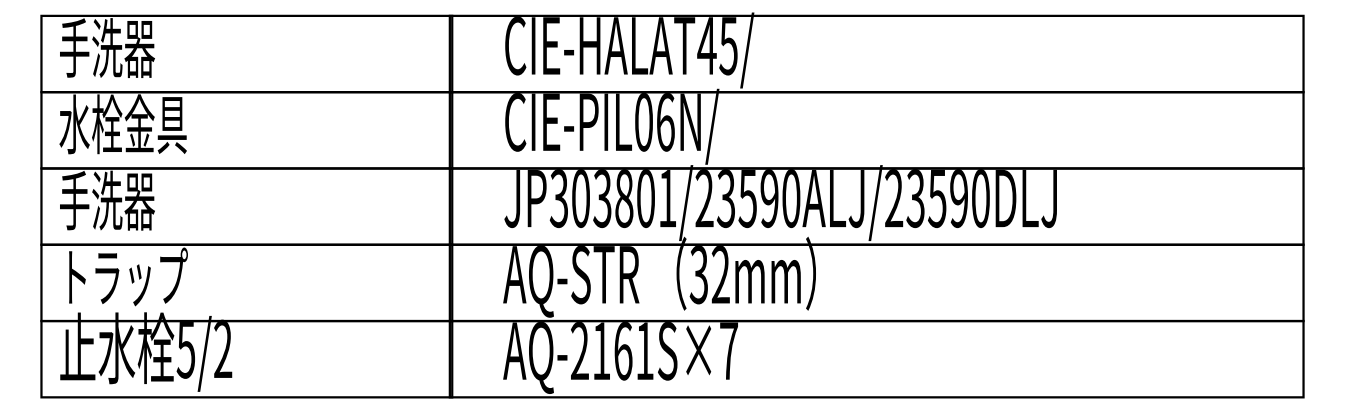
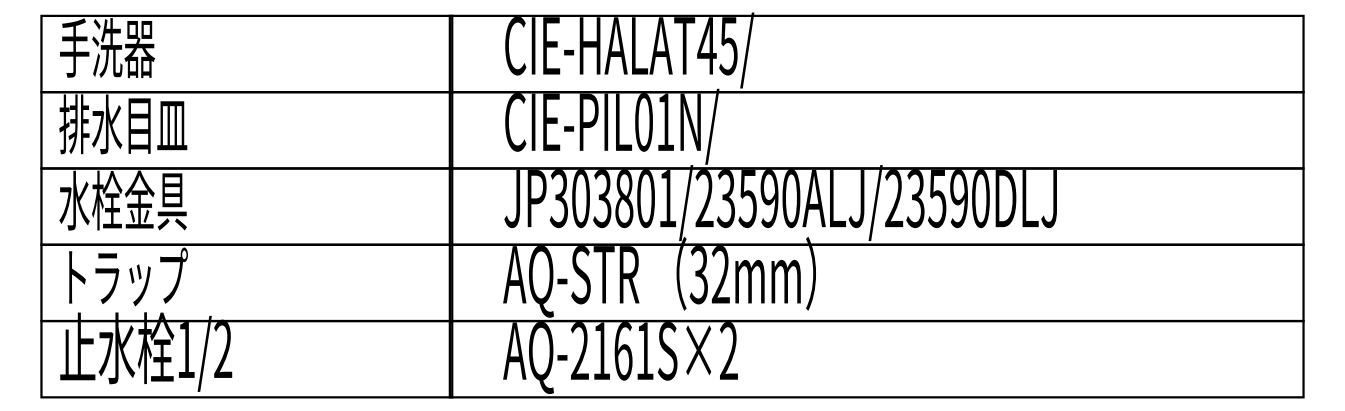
text at (665, 122): CIE-PIL06N/ -> CIE-PIL01N/
text at (123, 124): 水栓金具 -> 排水目皿
text at (122, 200): 手洗器 -> 水栓金具
text at (185, 350): 5/2 -> 1/2
text at (728, 350): AQ-2161S×7 -> AQ-2161S×2
